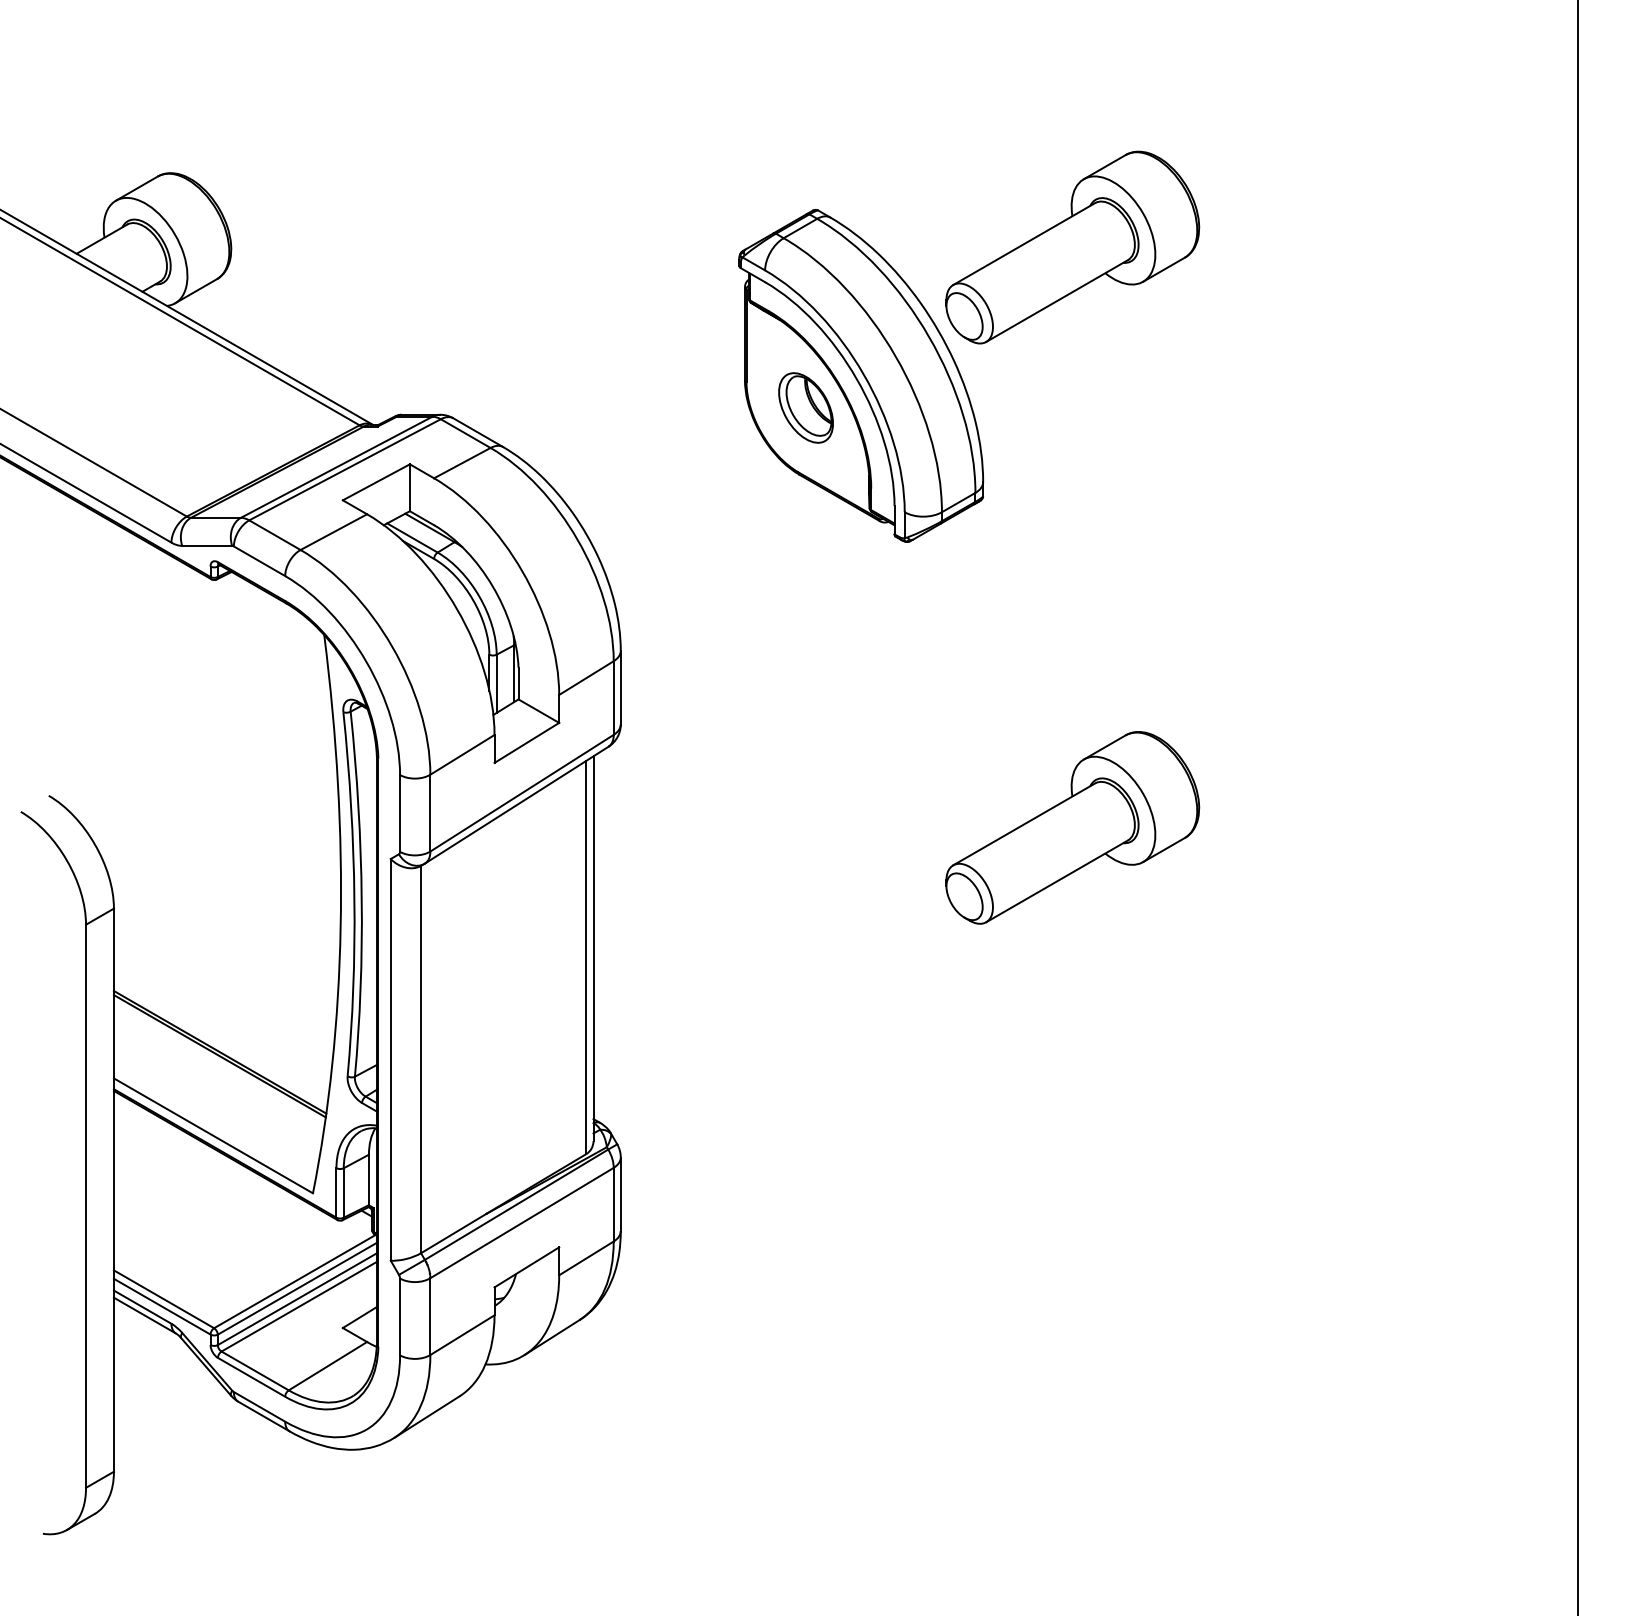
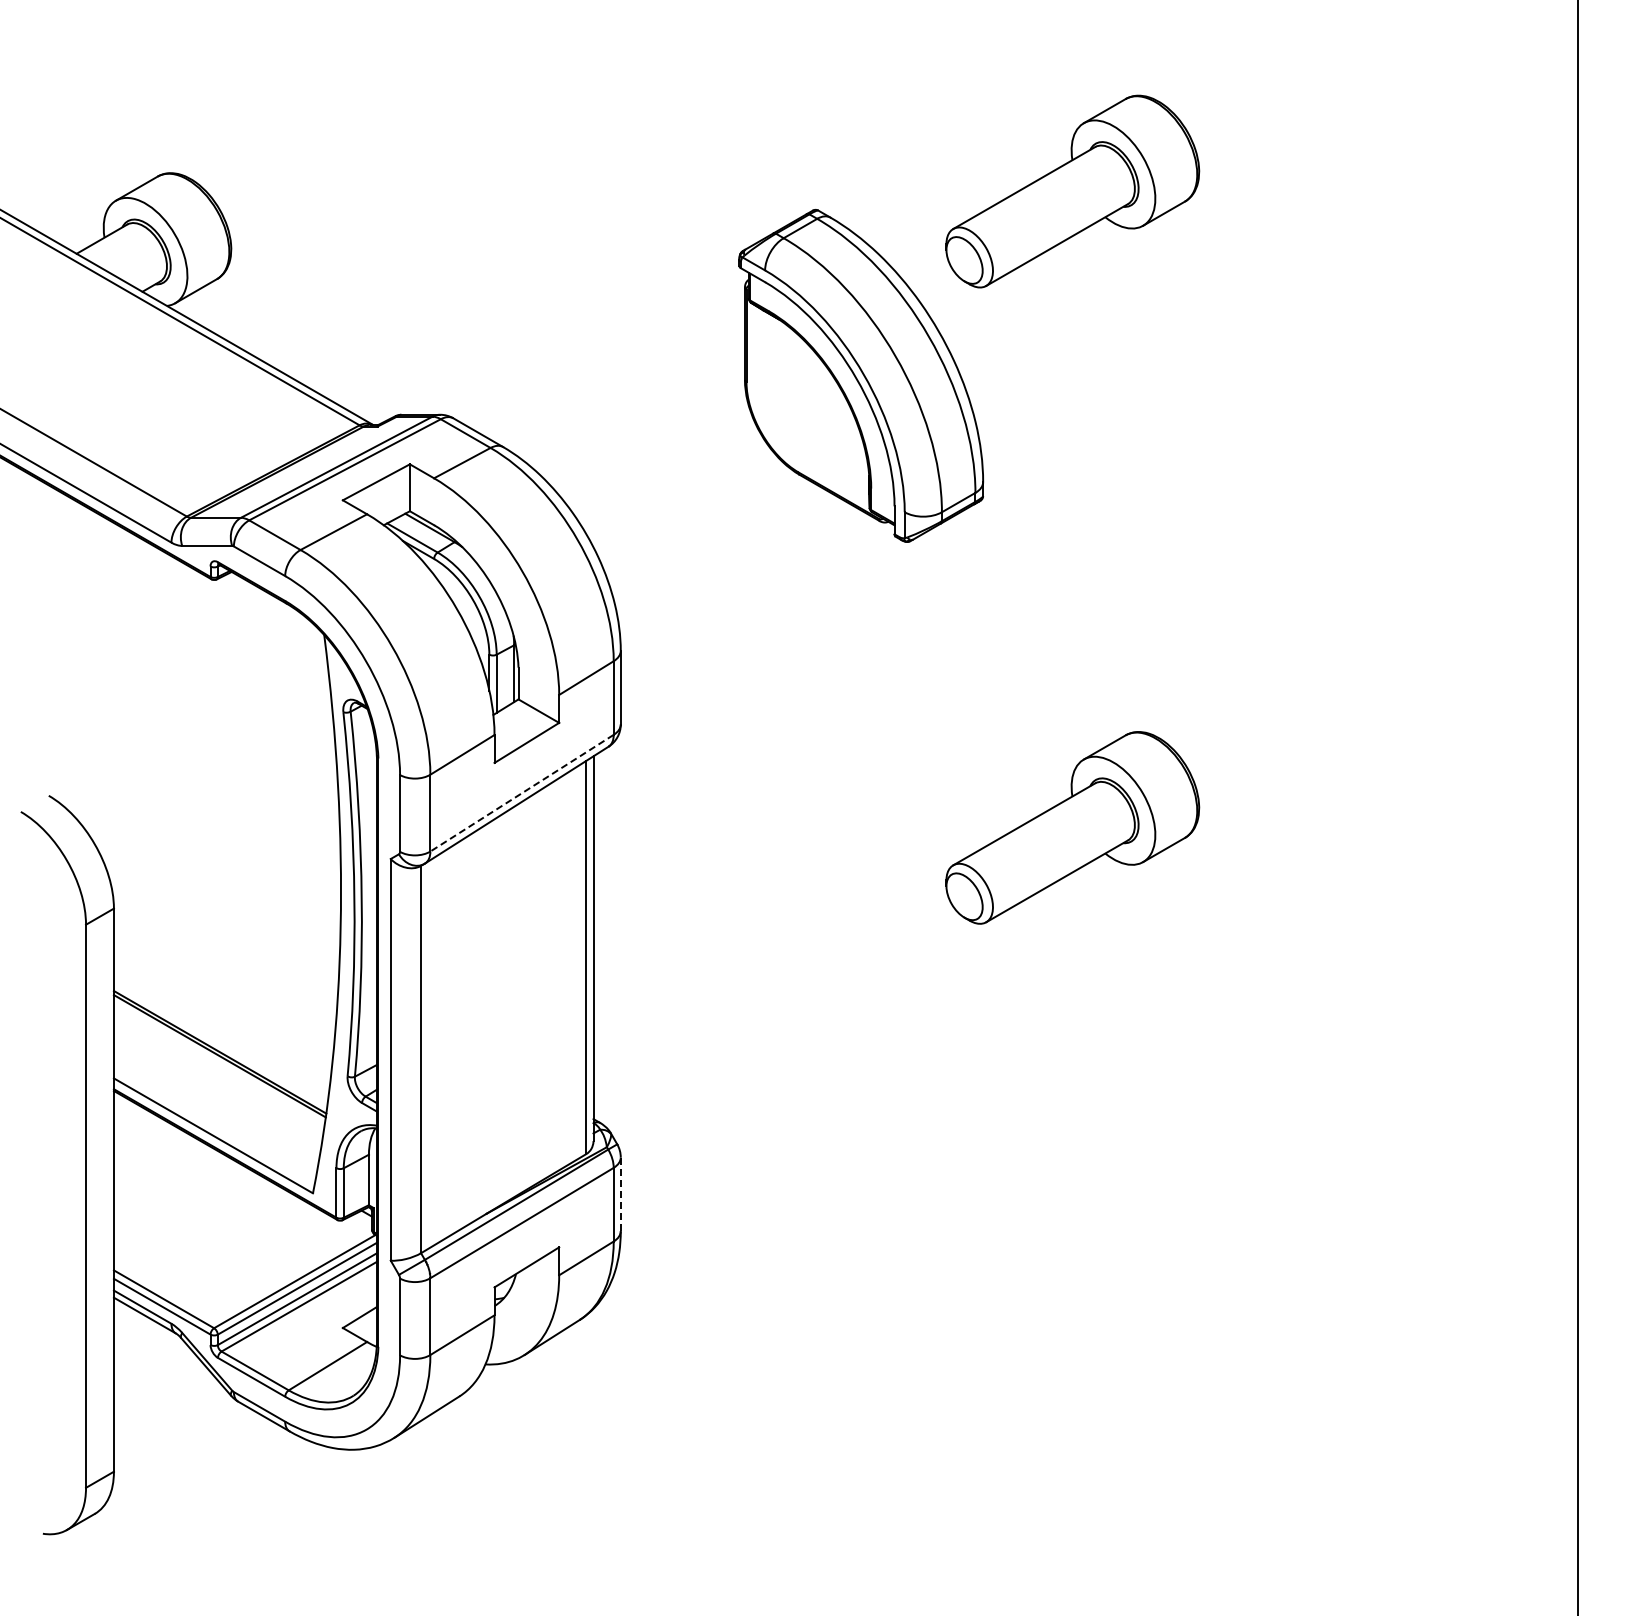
part at (1072, 247) position: (1072, 247) -> (1072, 191)
part at (805, 407): present -> none
line at (522, 793): solid -> dashed
line at (620, 1194): solid -> dashed
